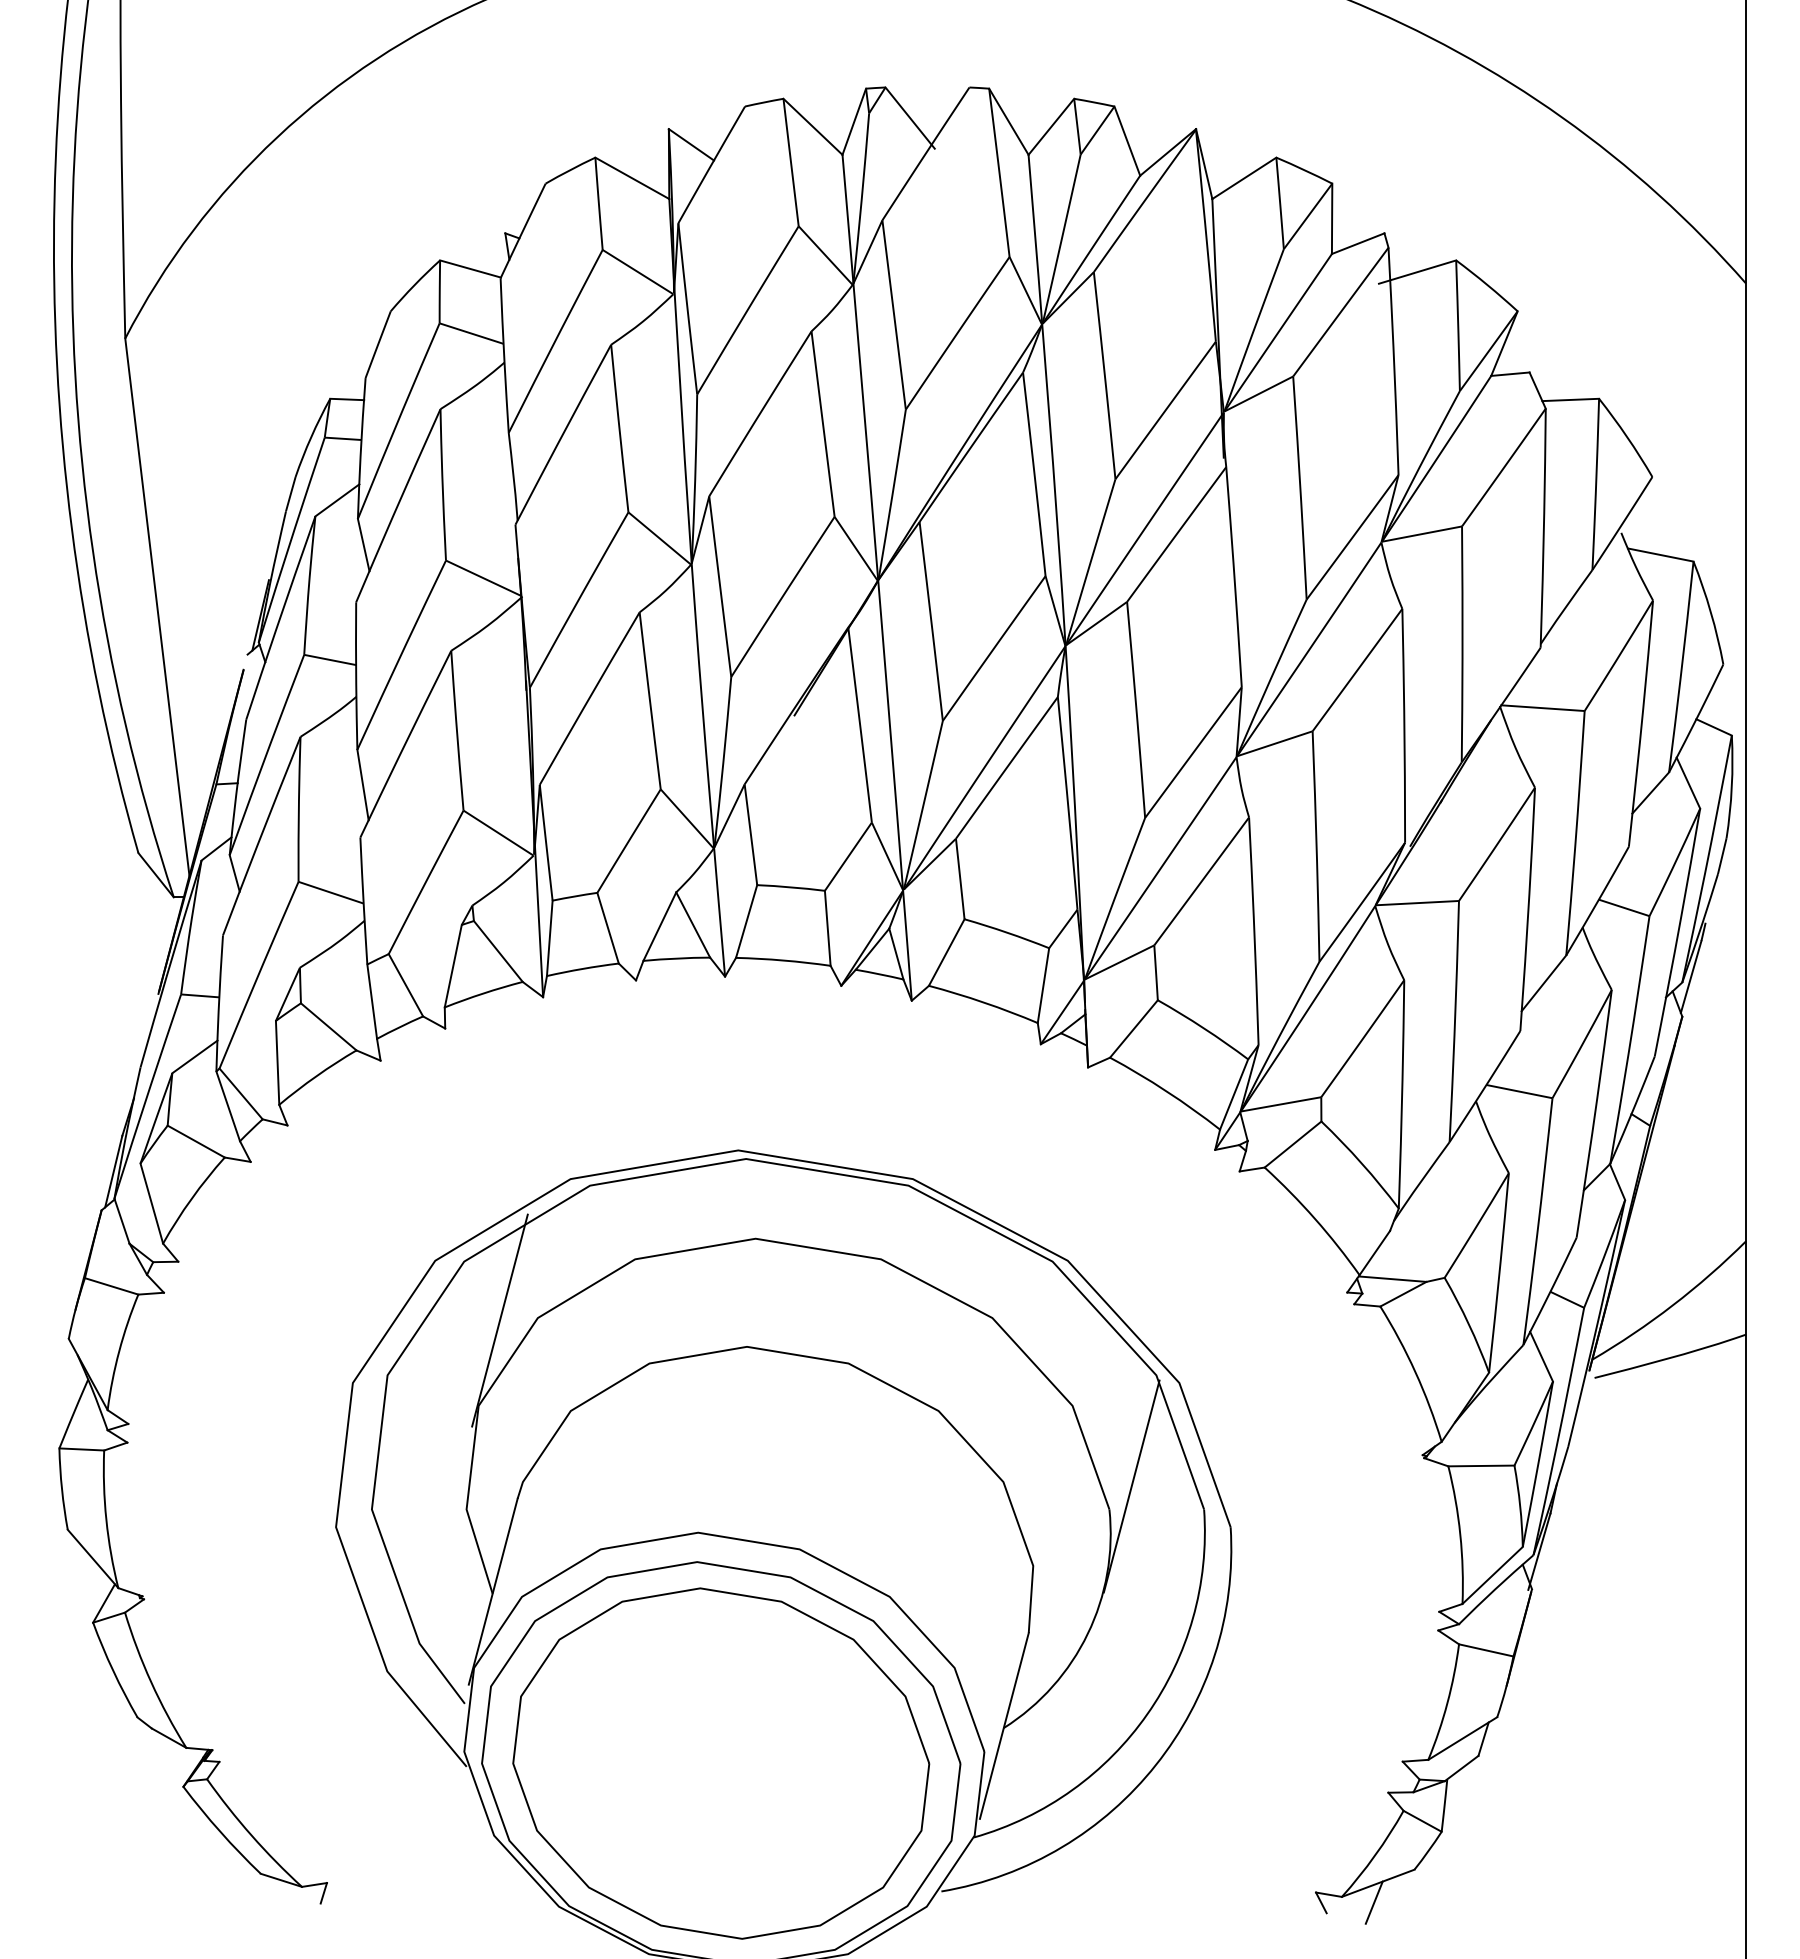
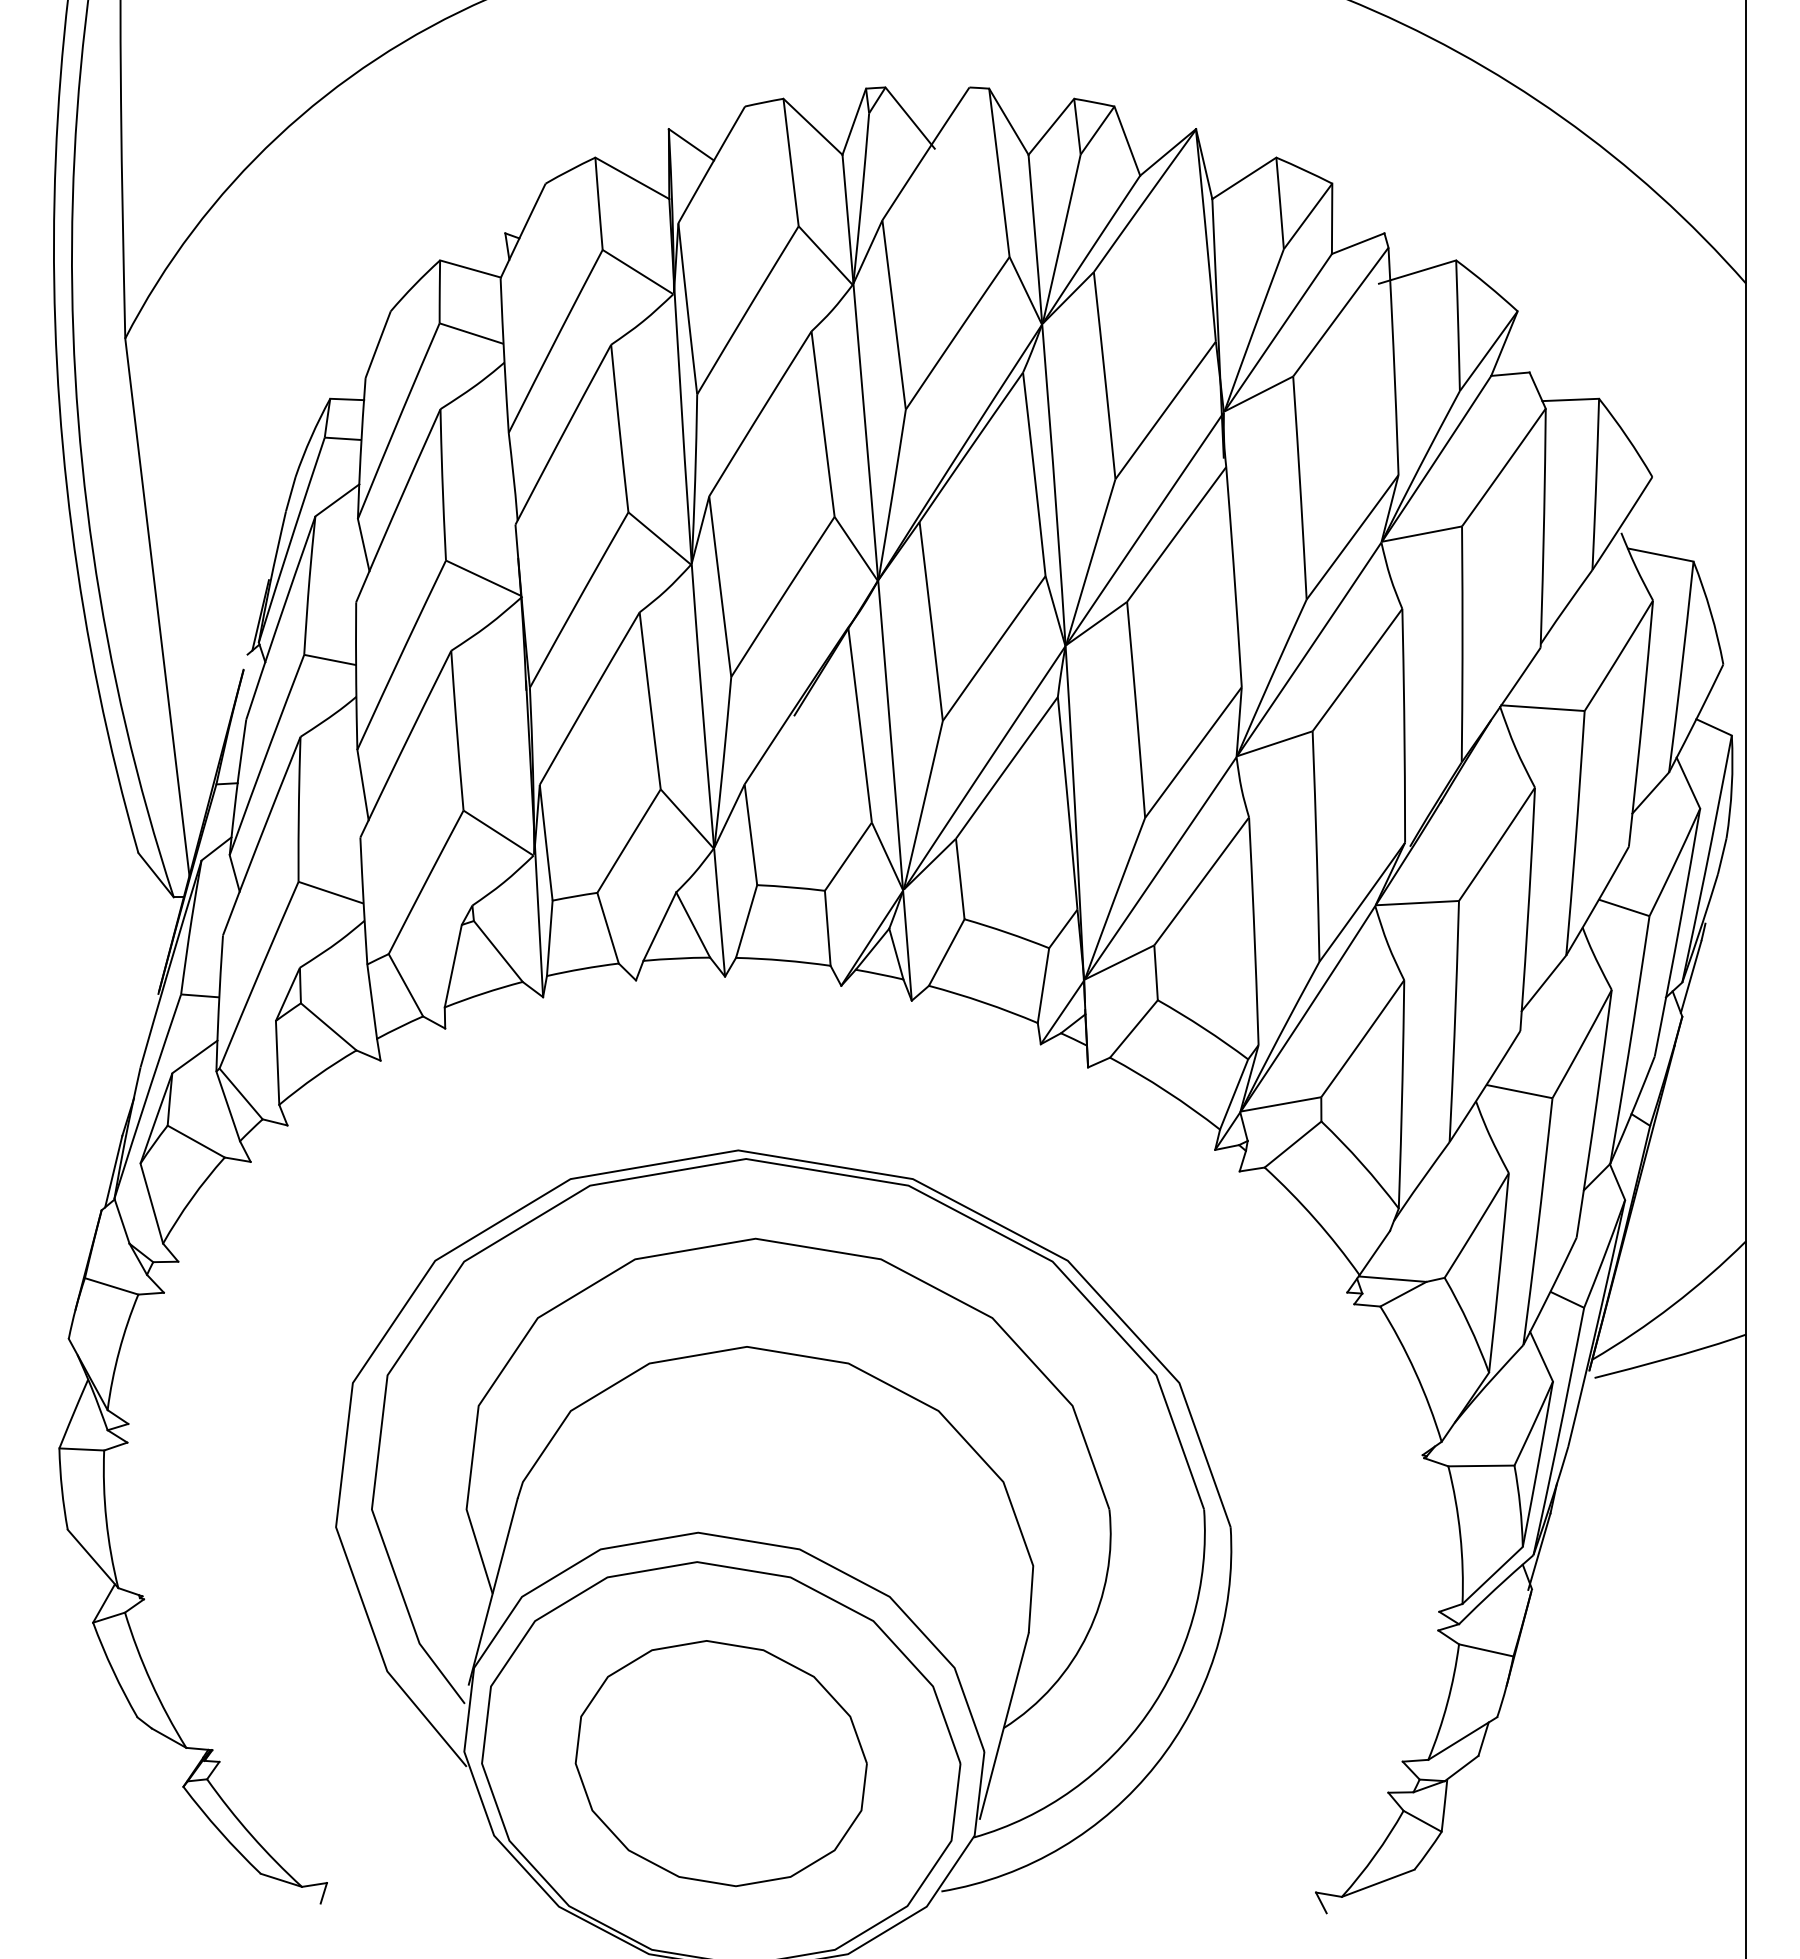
line at (499, 1320): present -> none
line at (1131, 1486): present -> none
part at (721, 1763) size: 419x353 px -> 294x248 px
line at (1373, 1902): present -> none
